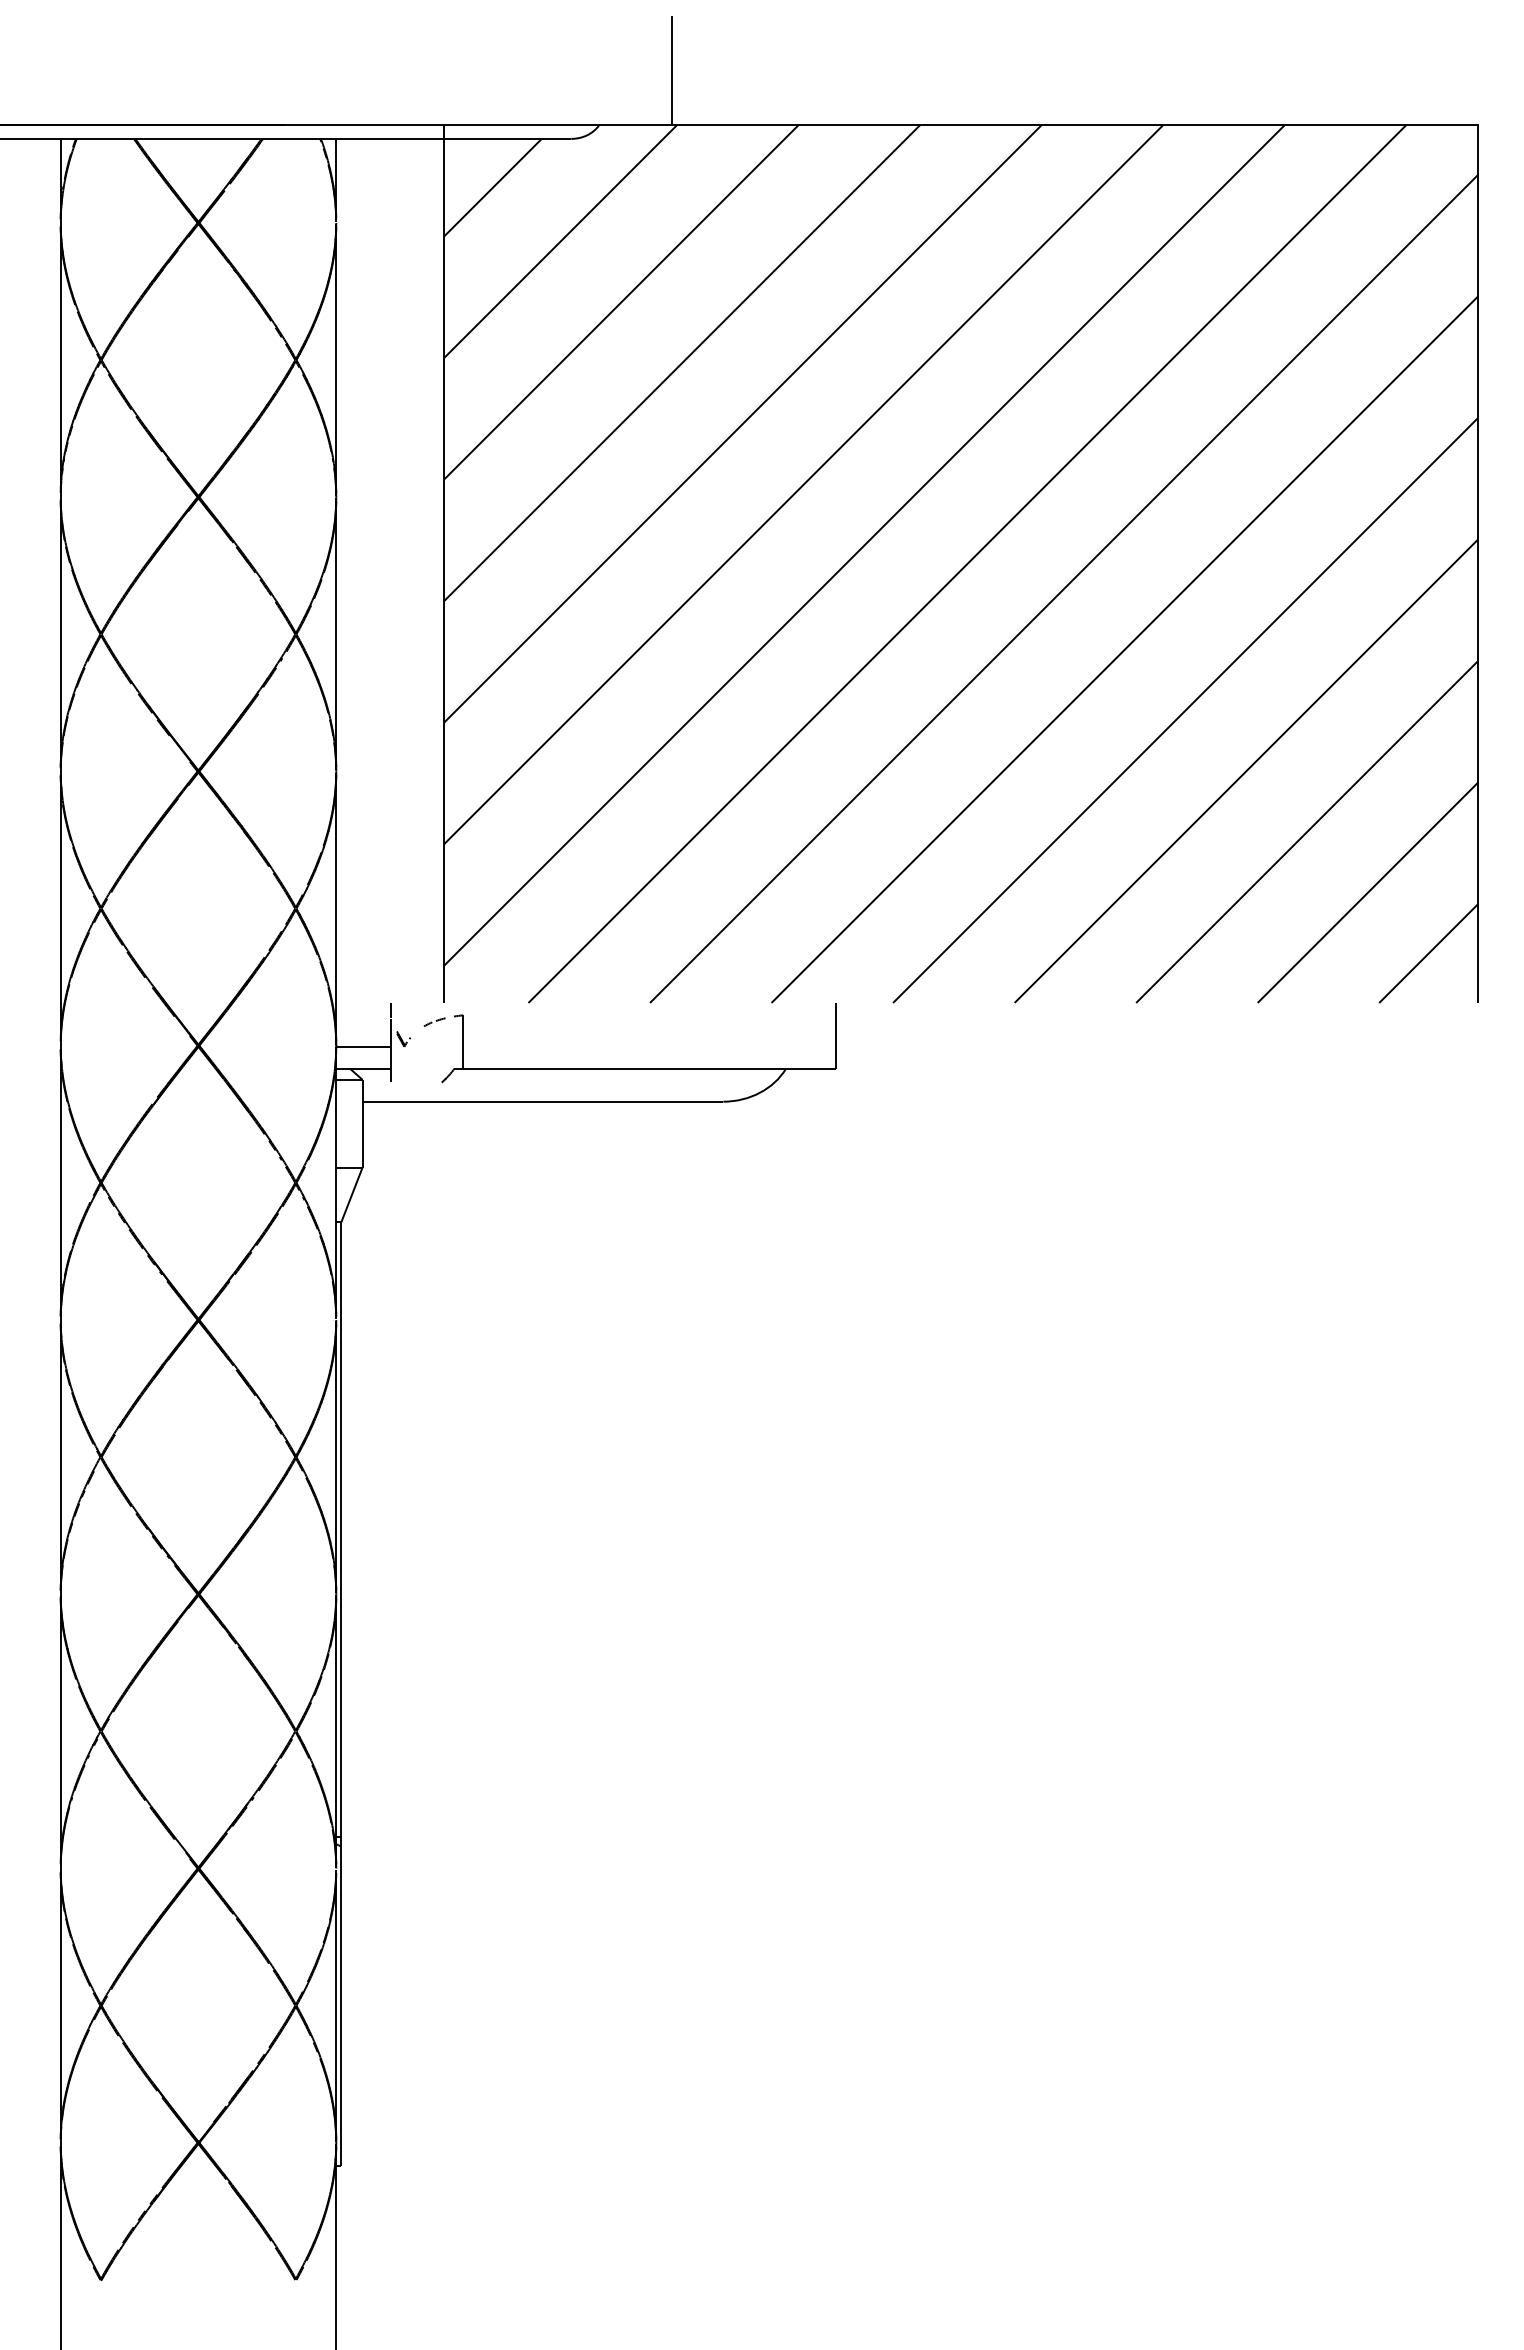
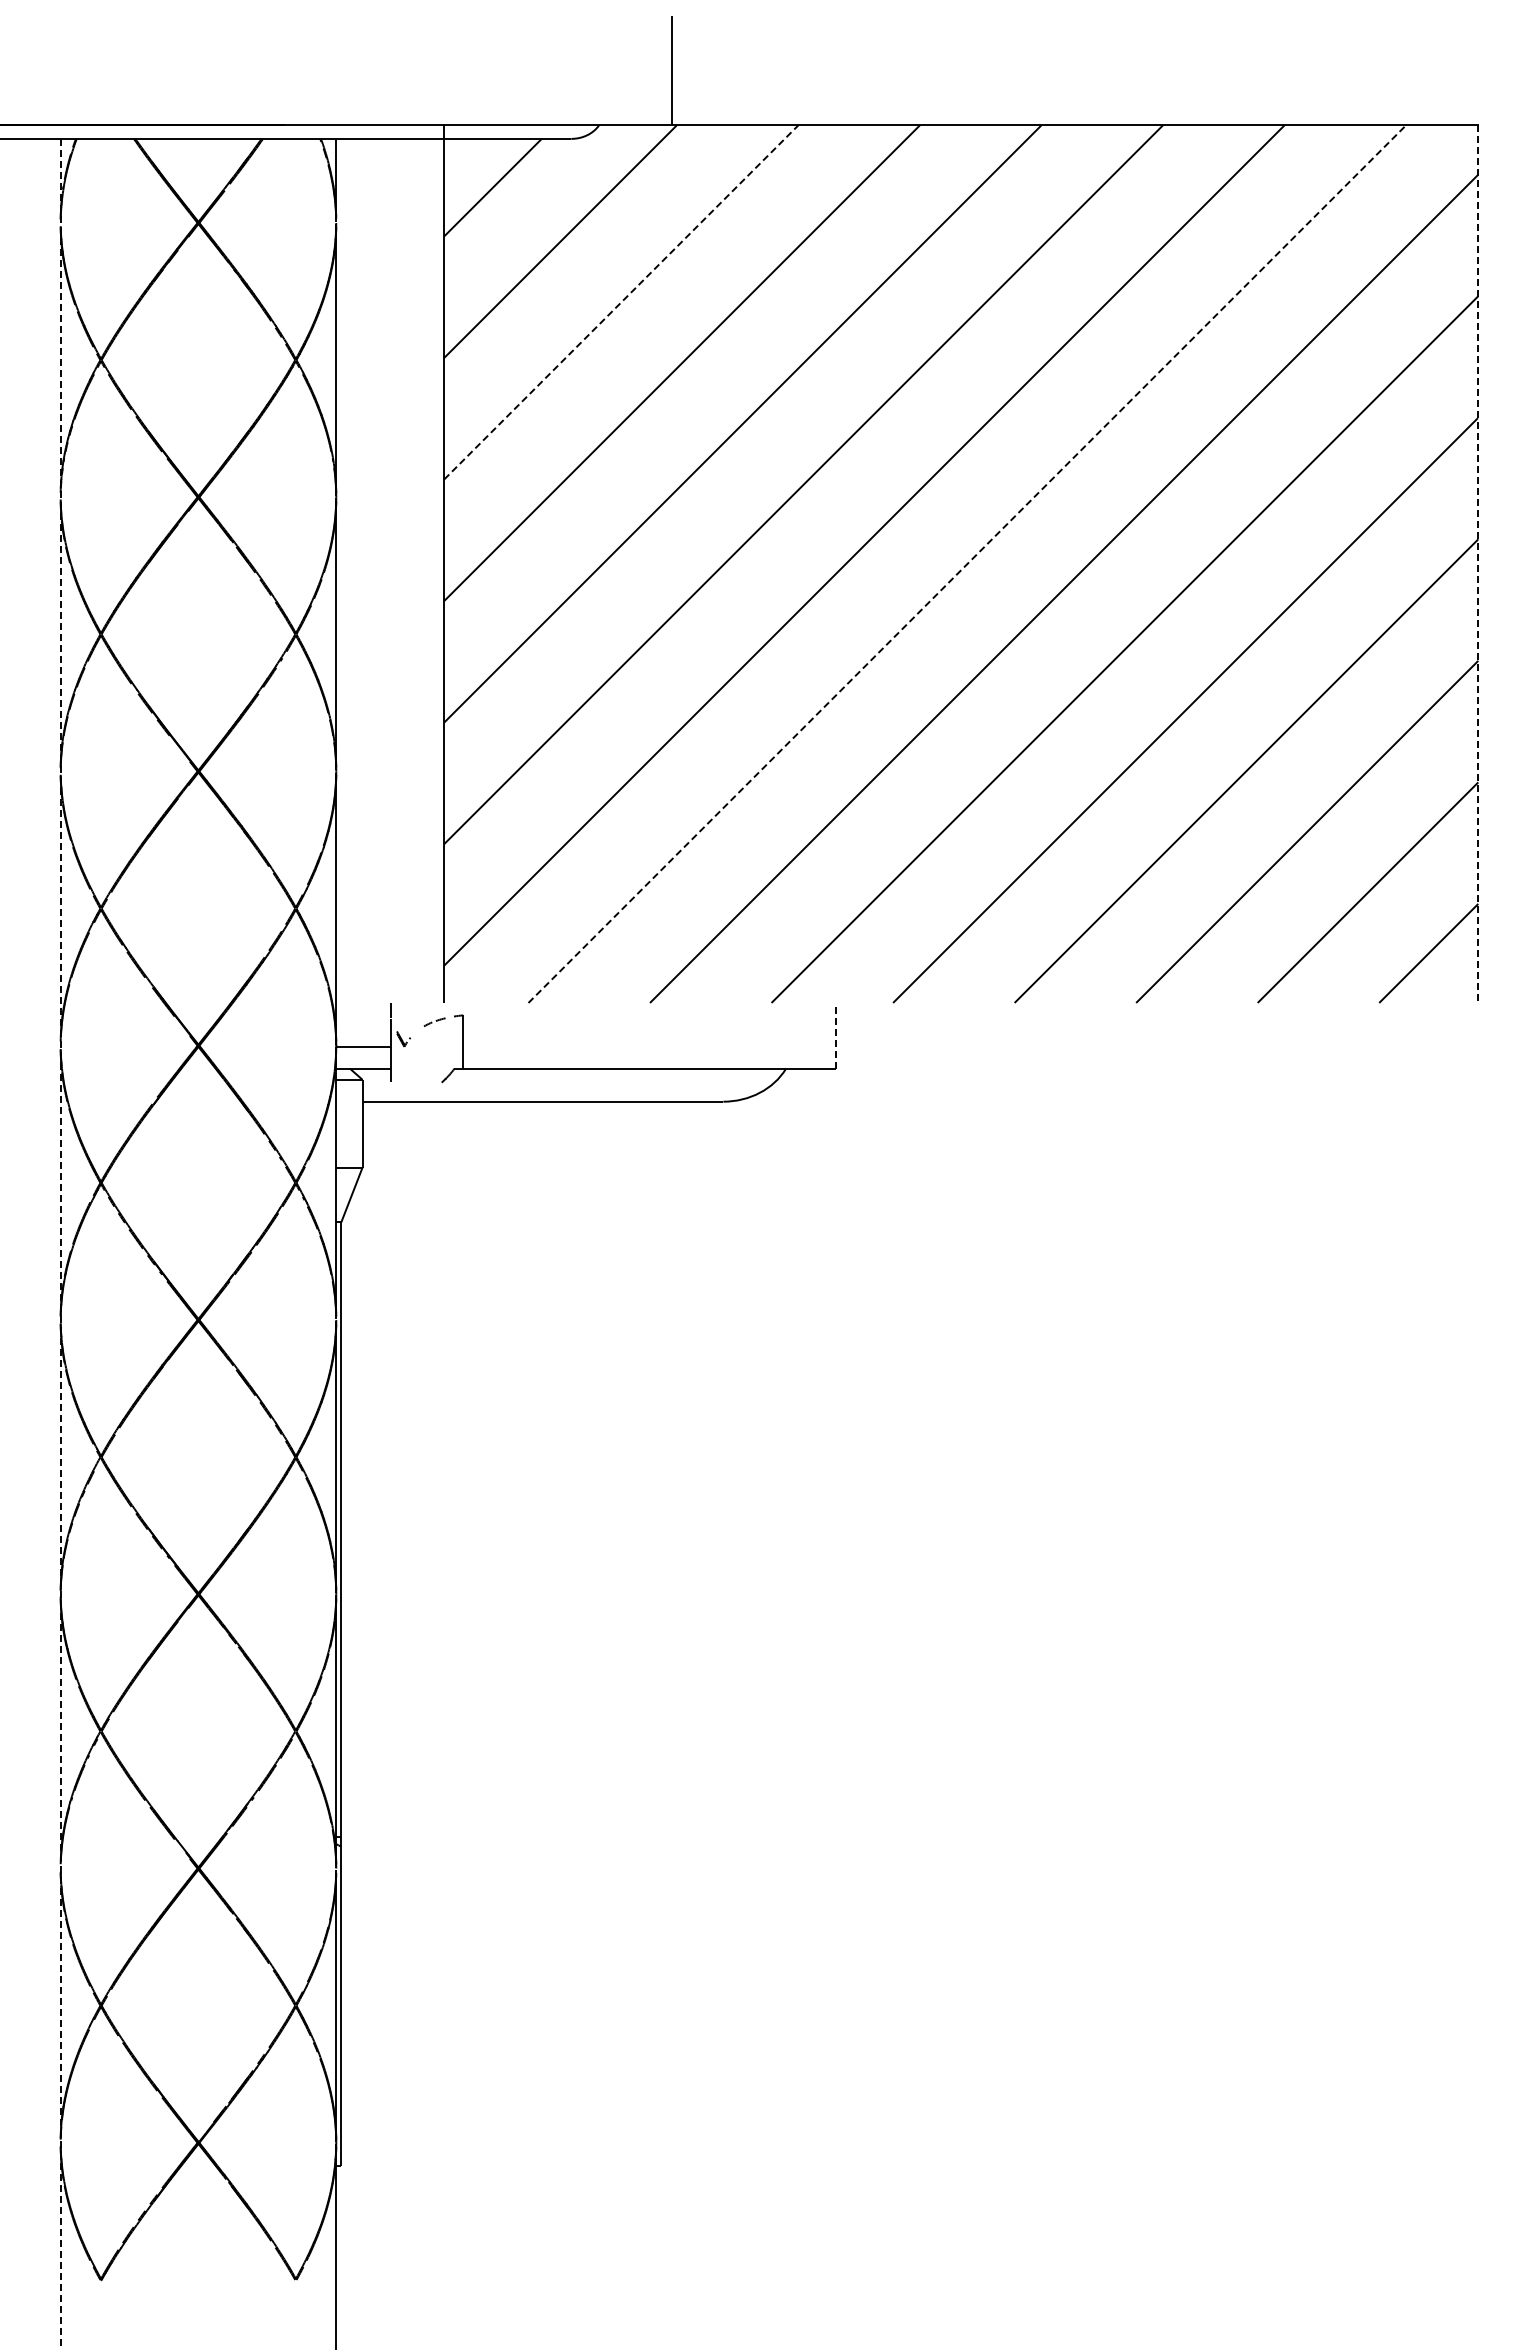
line at (621, 302): solid -> dashed
line at (967, 564): solid -> dashed
line at (1478, 564): solid -> dashed
line at (836, 1035): solid -> dashed
line at (60, 1244): solid -> dashed
